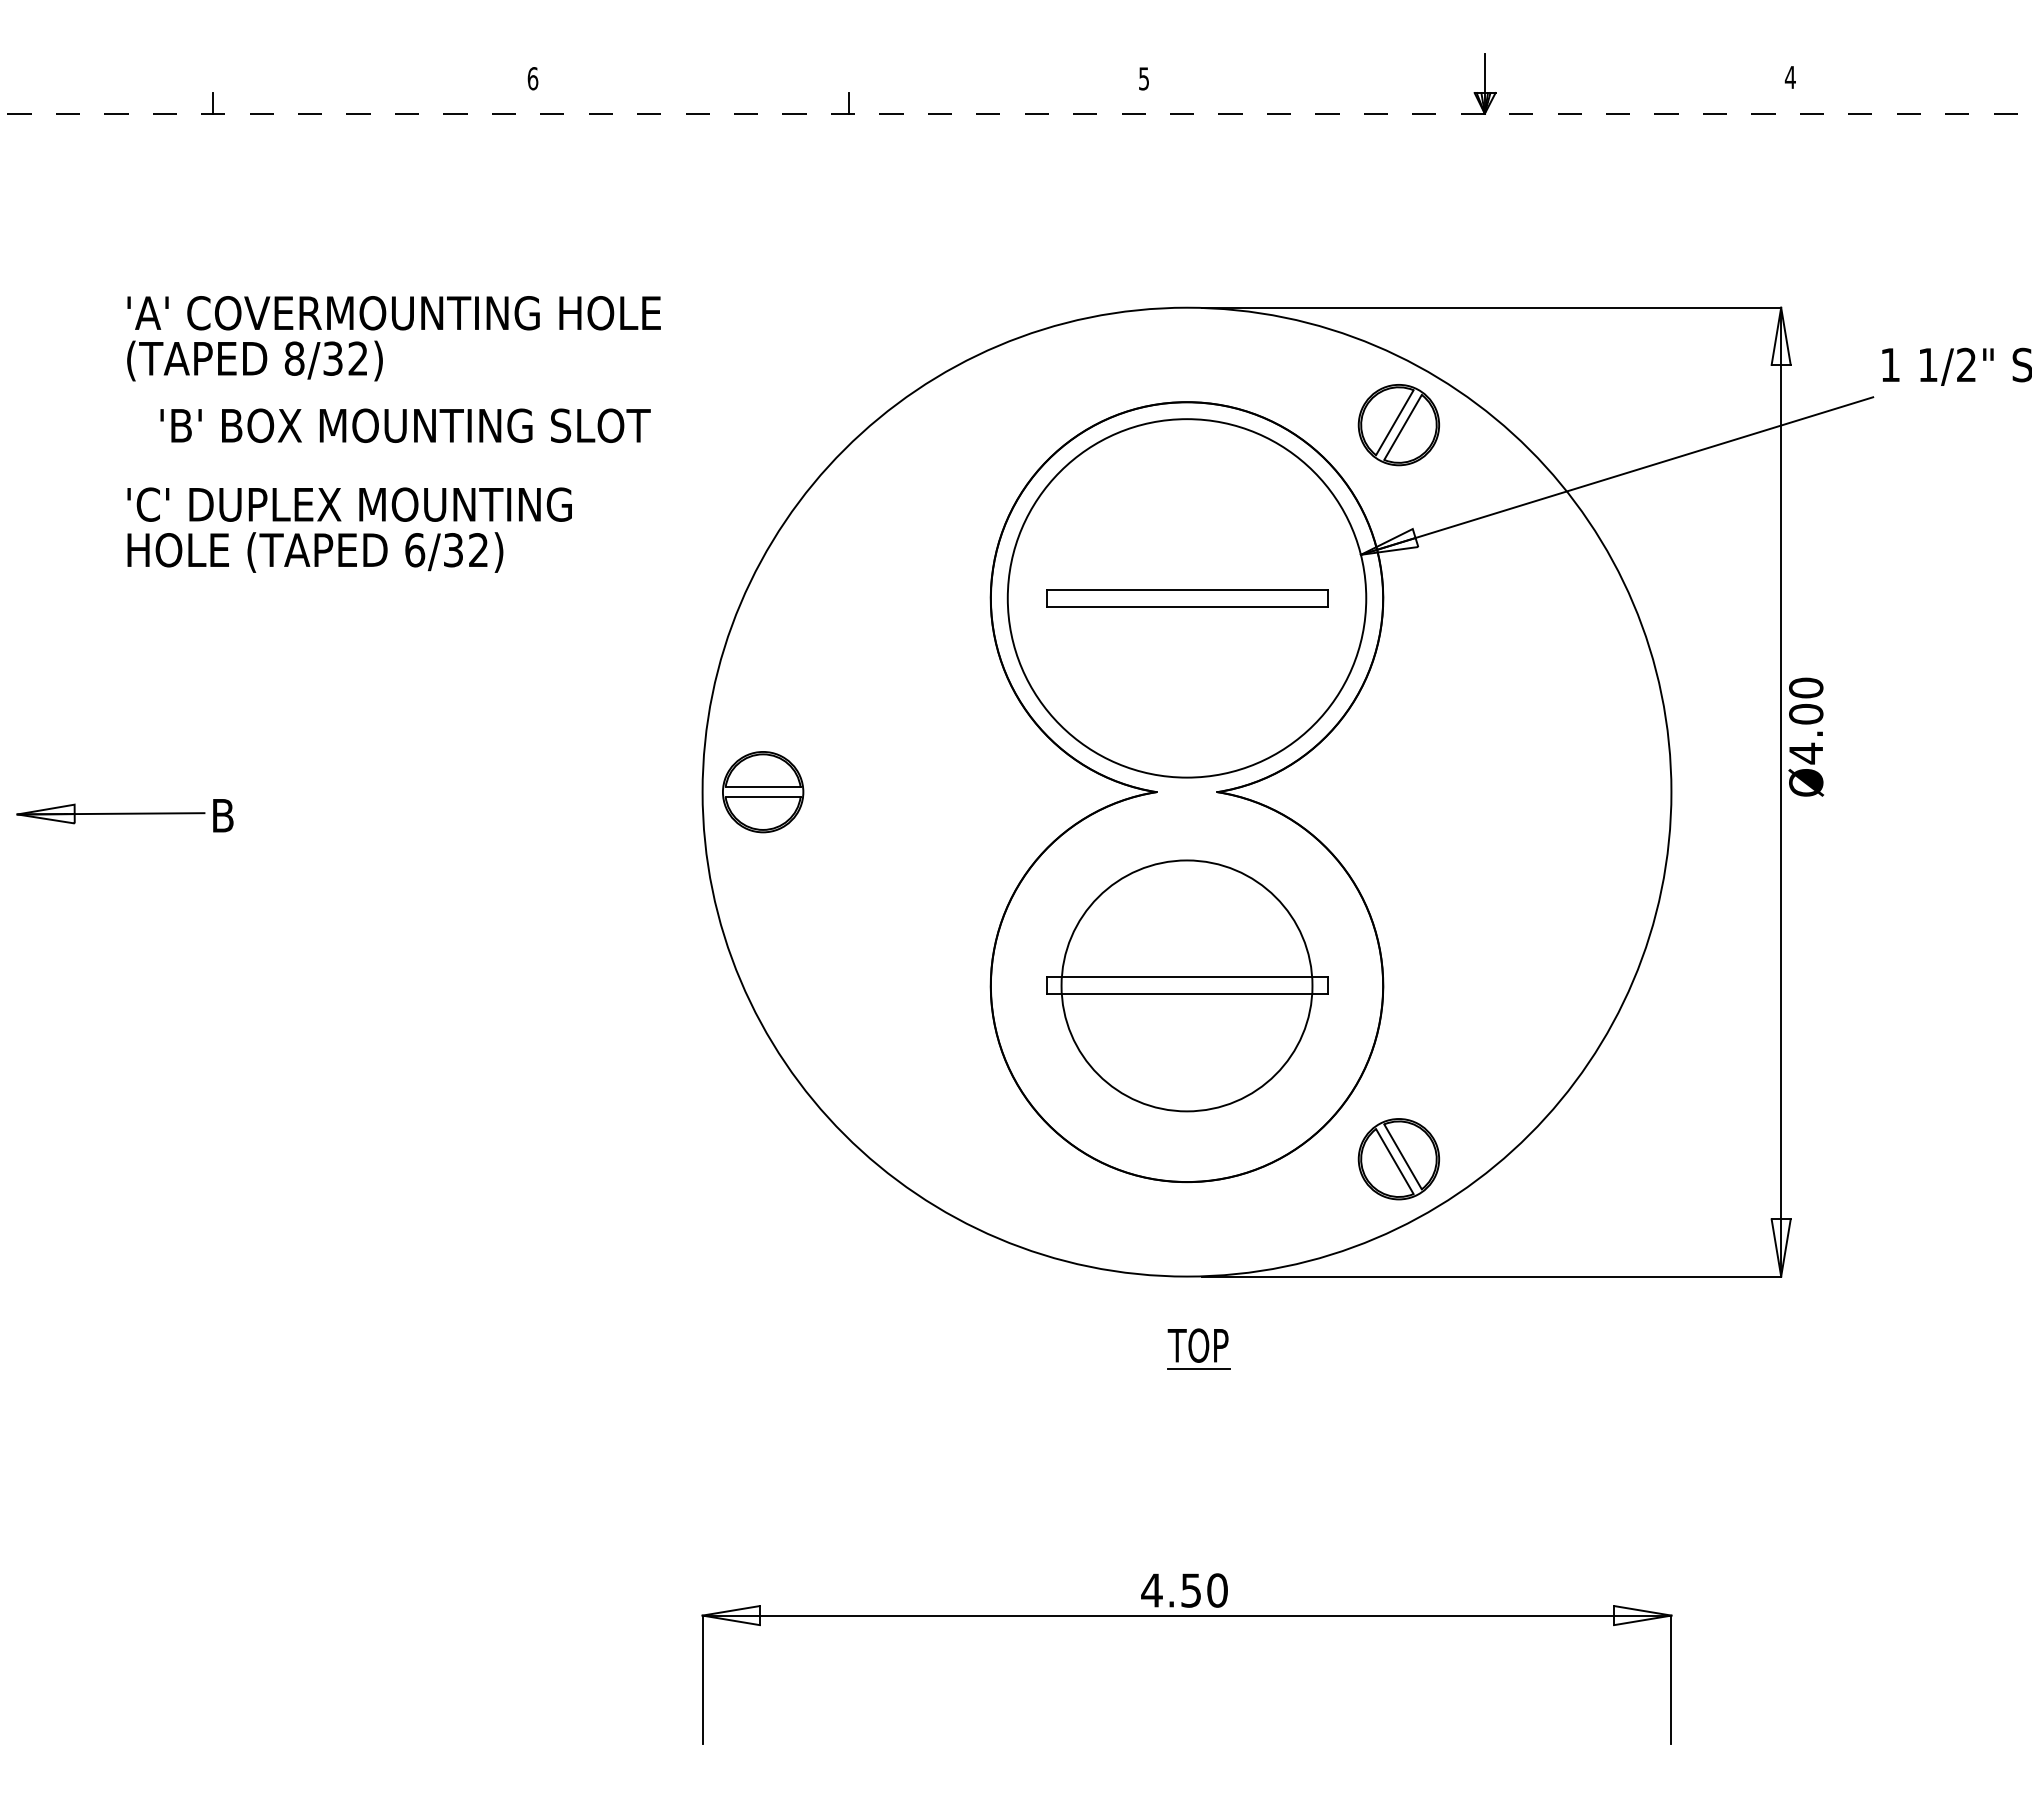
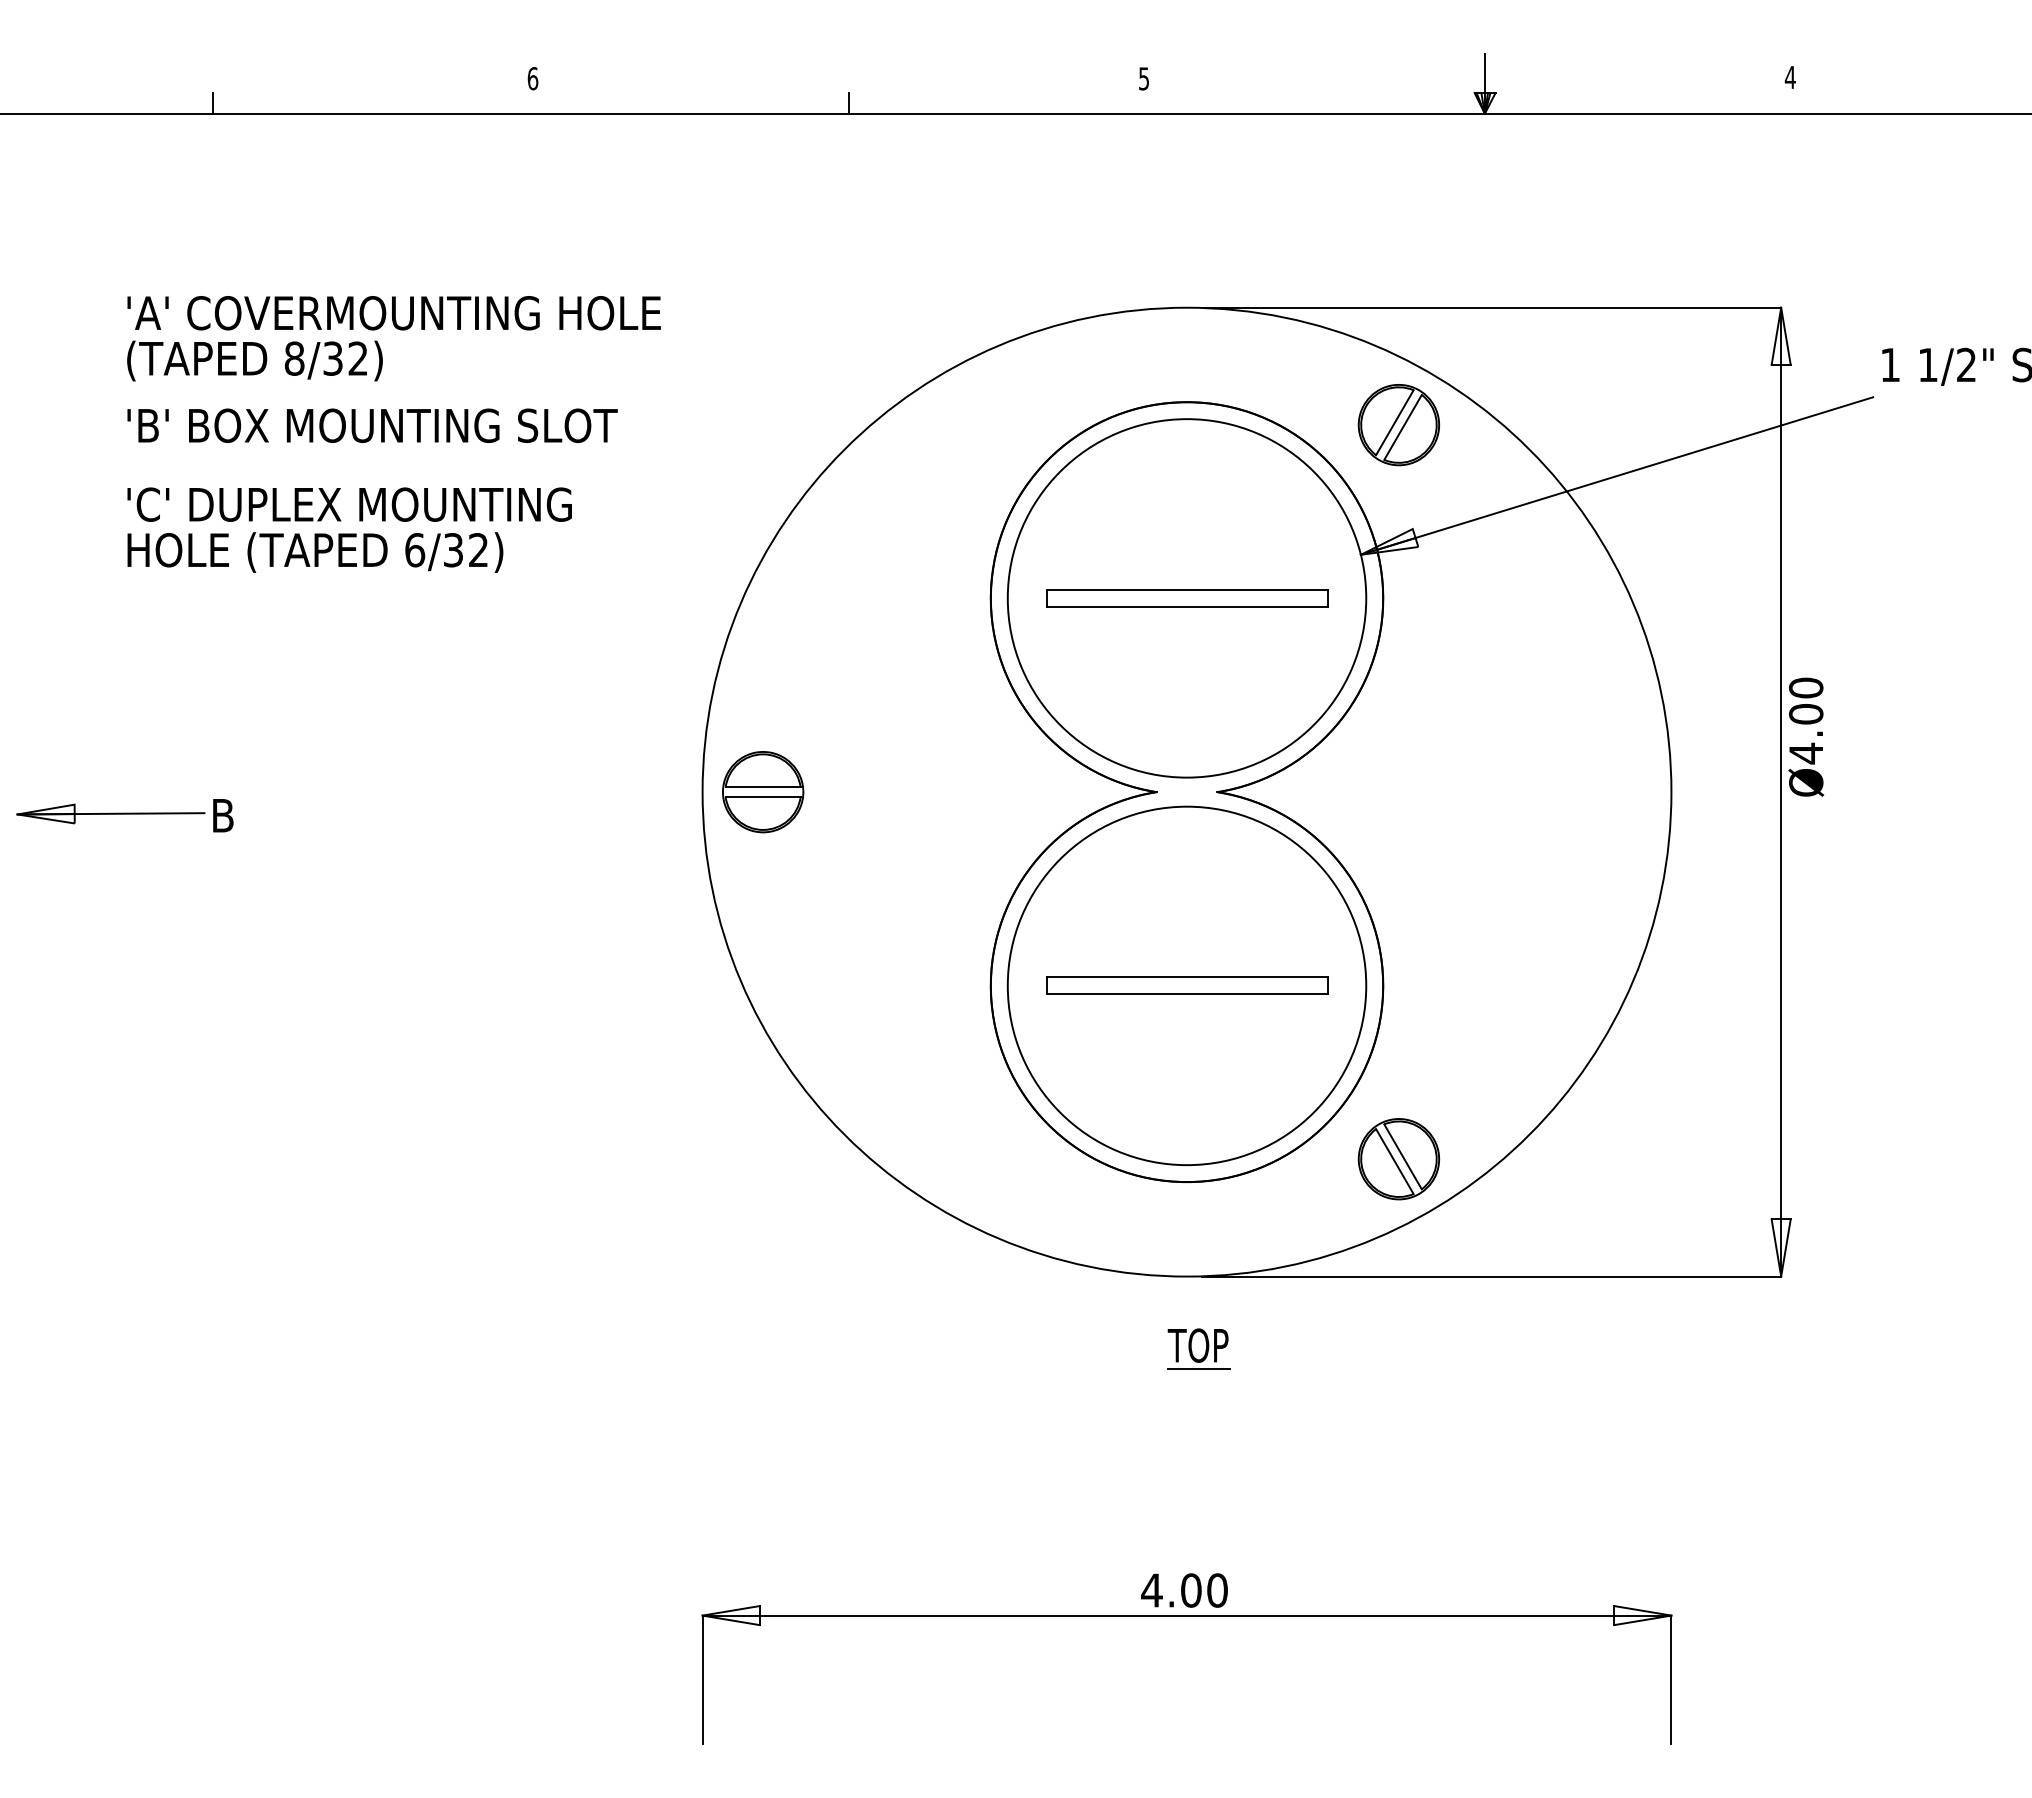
line at (1016, 113): dashed -> solid
text at (405, 425) position: (405, 425) -> (372, 425)
circle at (1186, 985) diameter: 251 px -> 358 px
text at (1191, 1590): 4.50 -> 4.00
